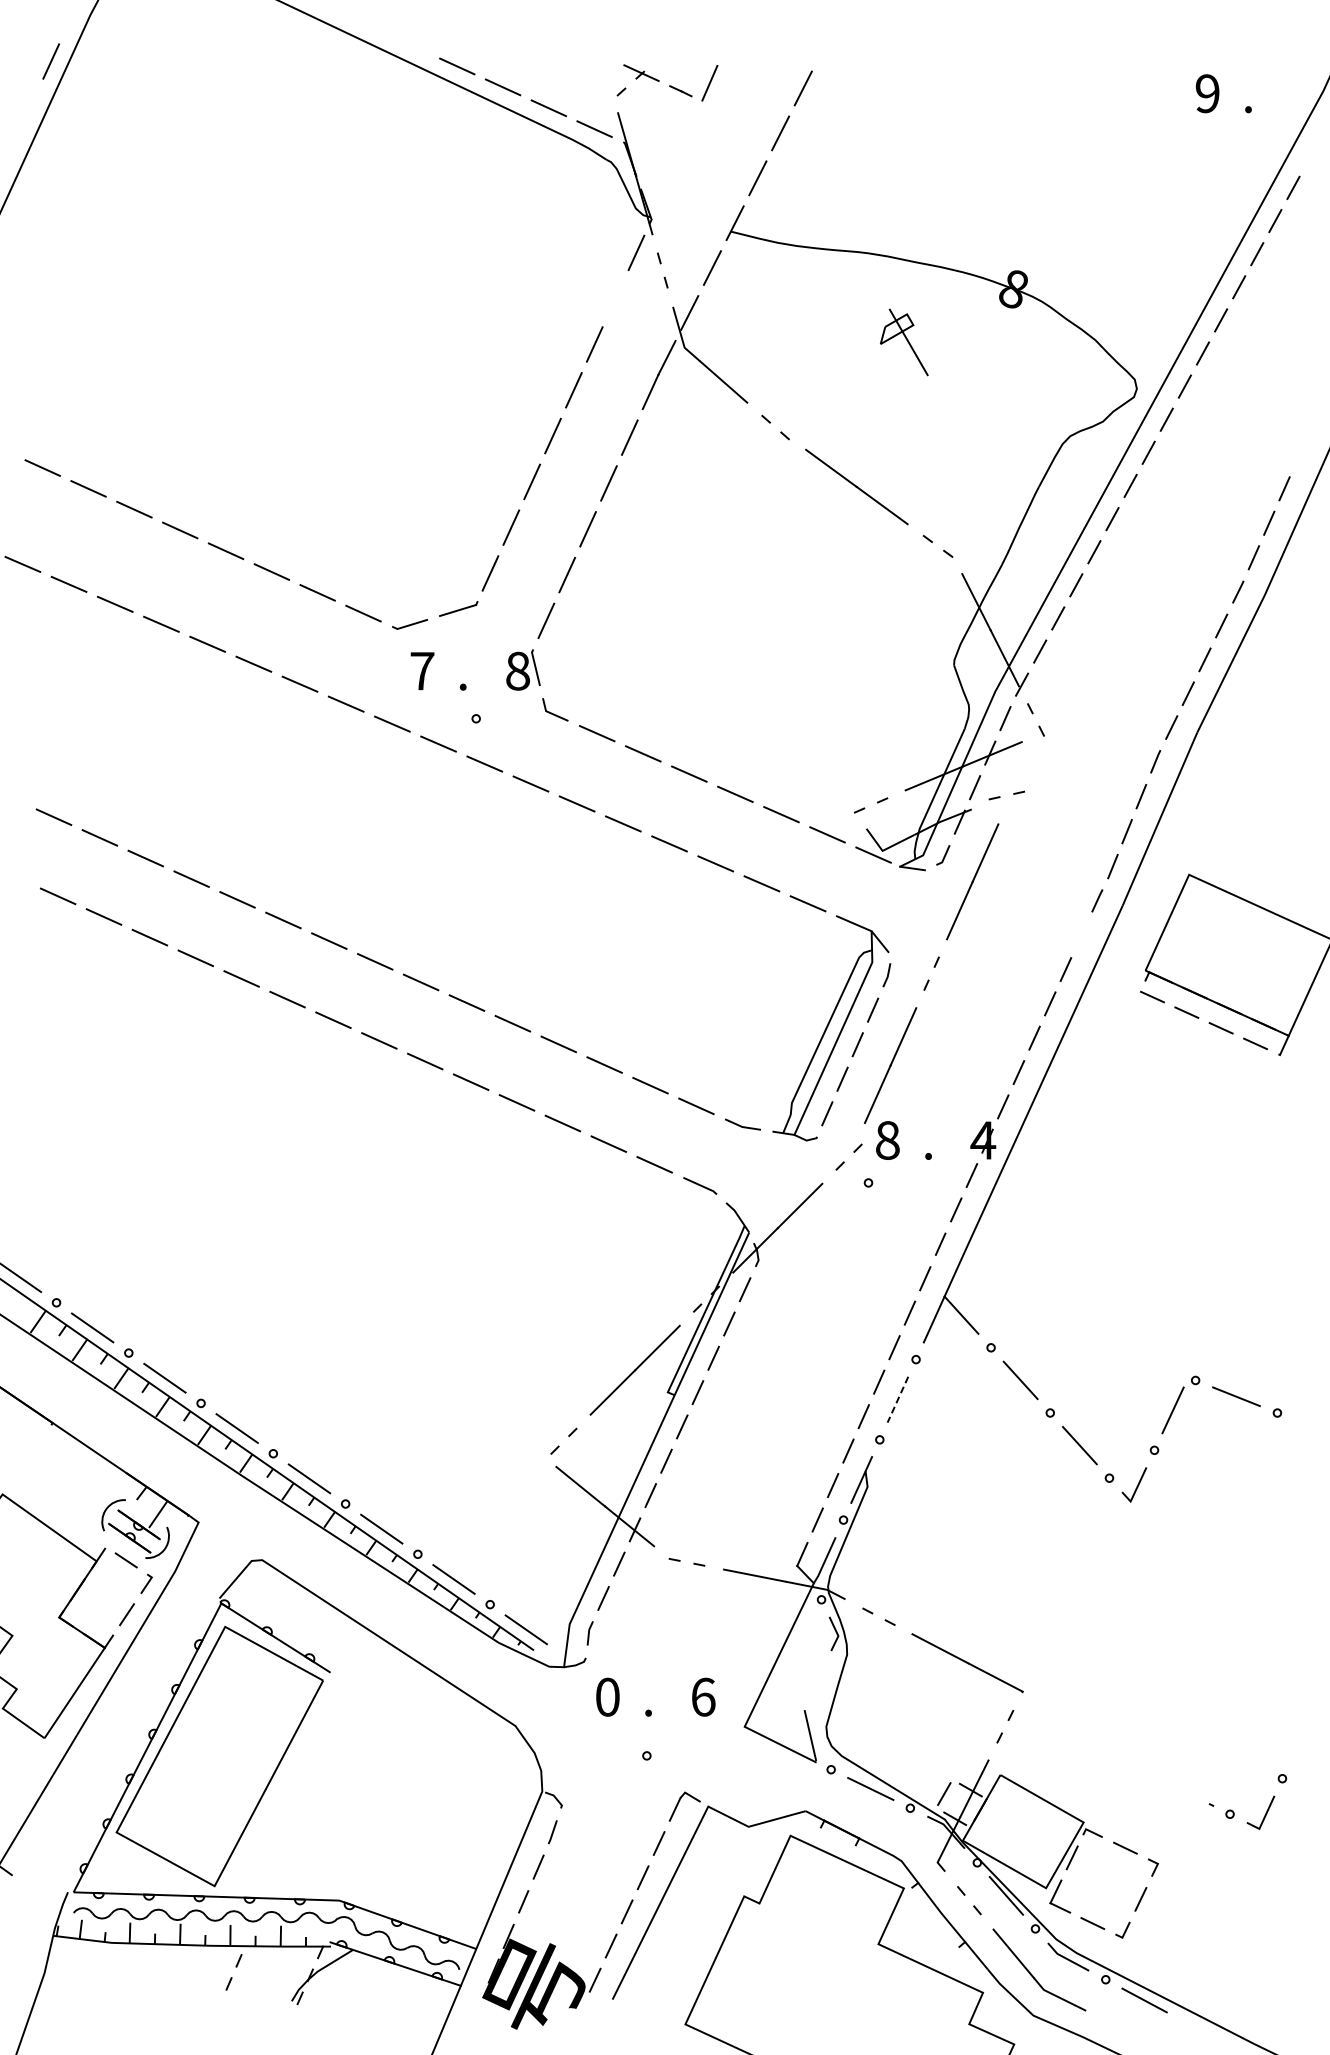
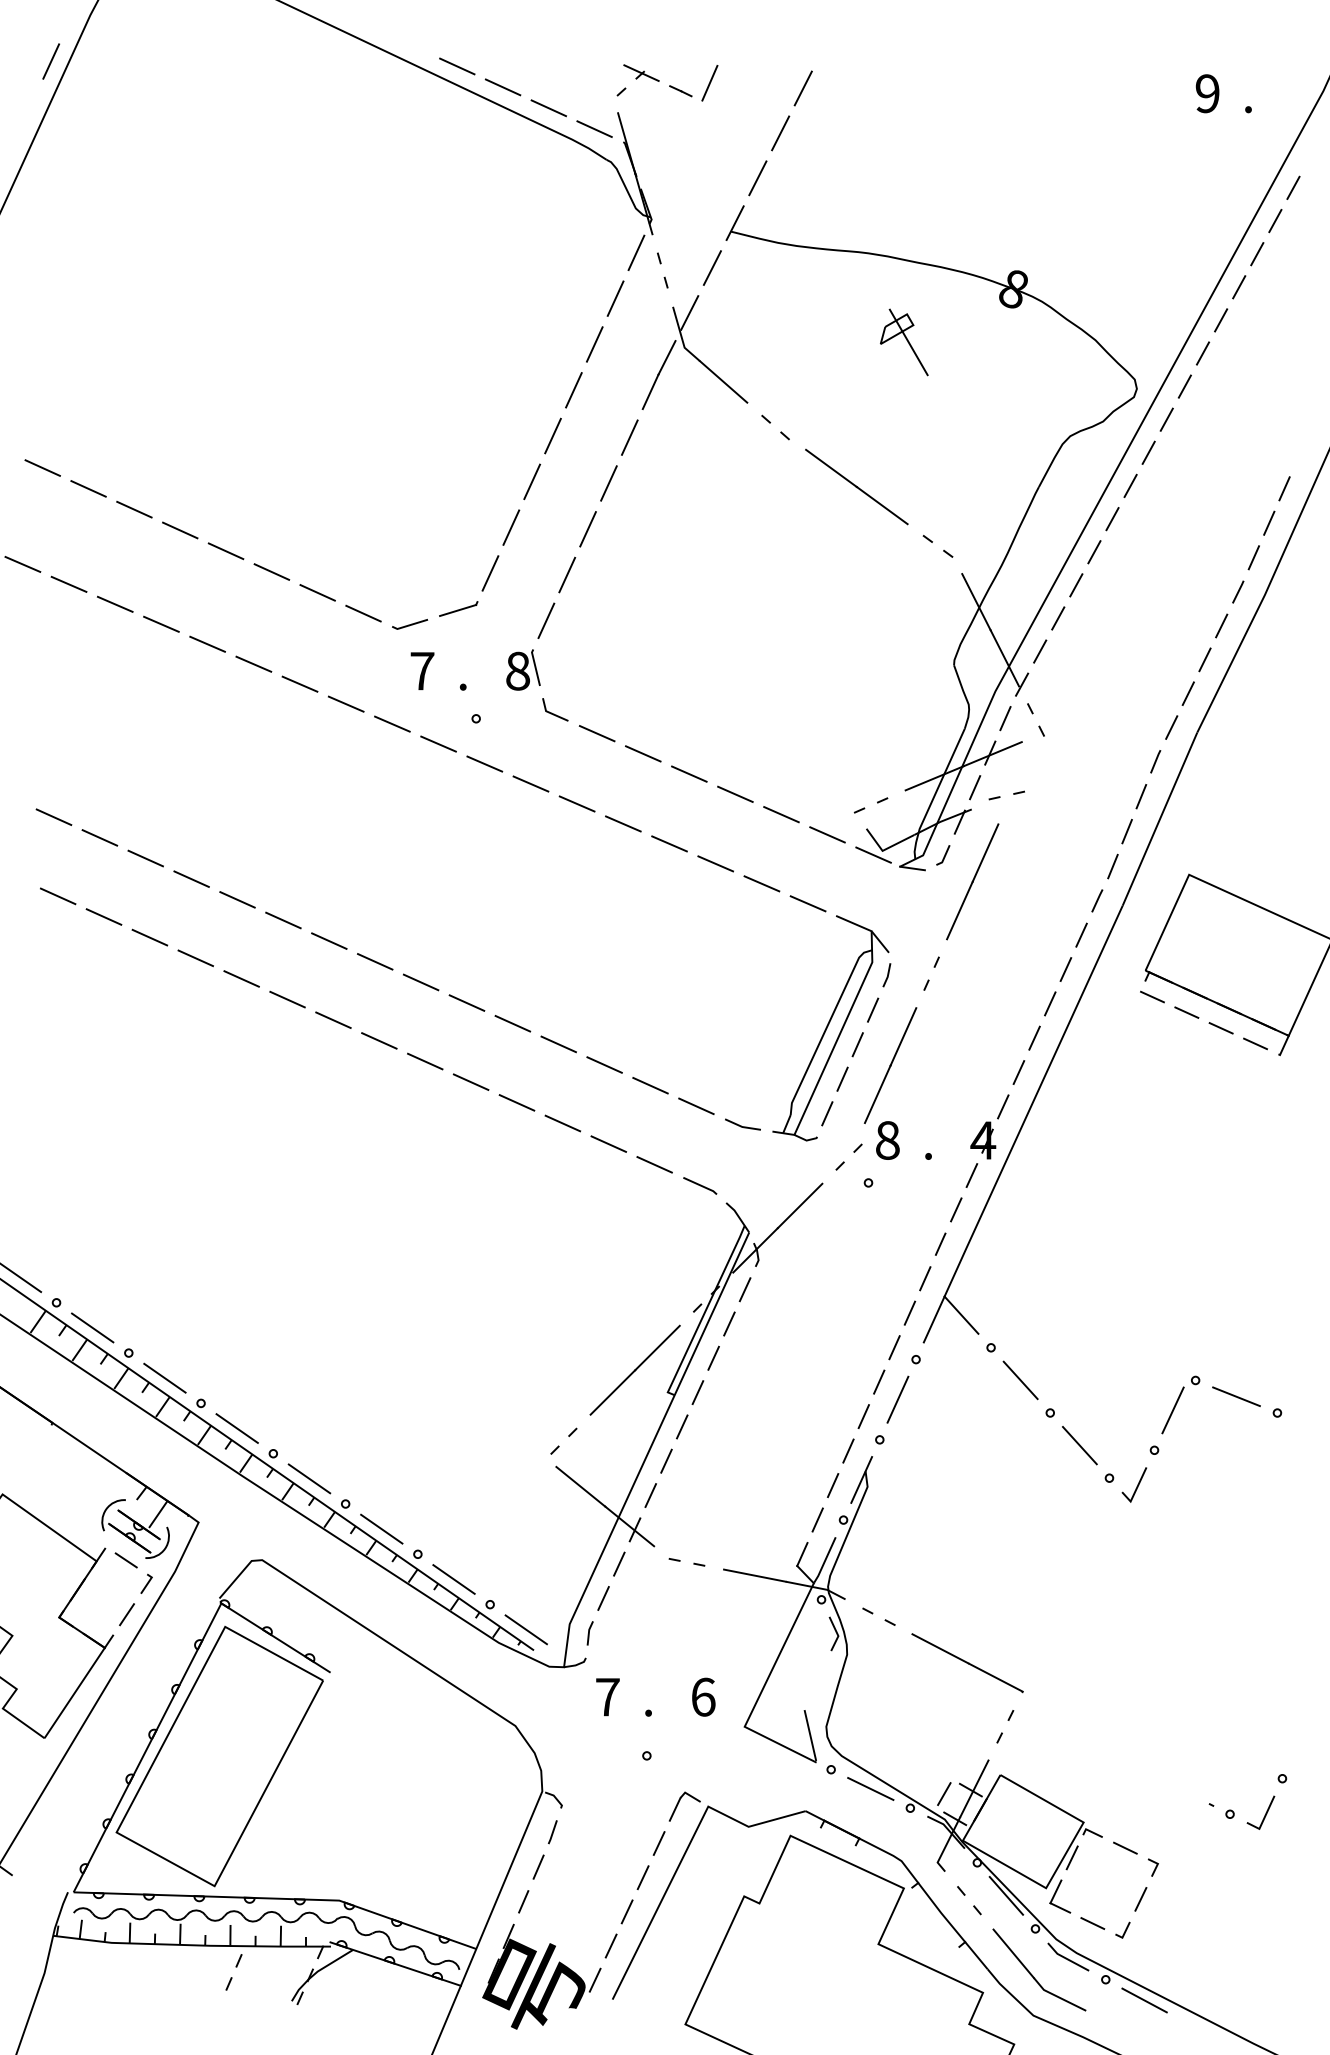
line at (615, 298): none -> present
line at (1081, 934): none -> present
line at (897, 1400): dashed -> solid
text at (607, 1696): 0 -> 7
